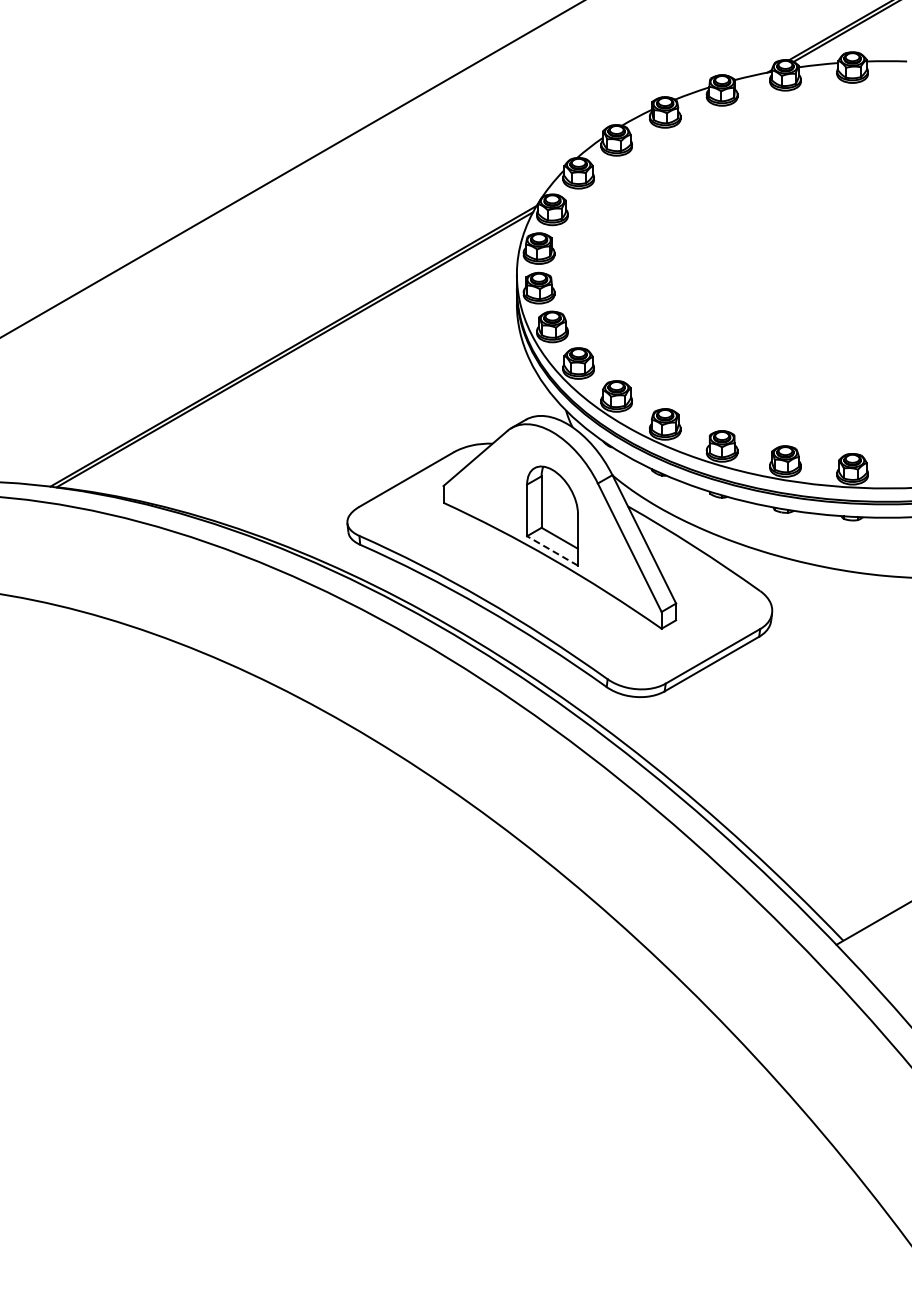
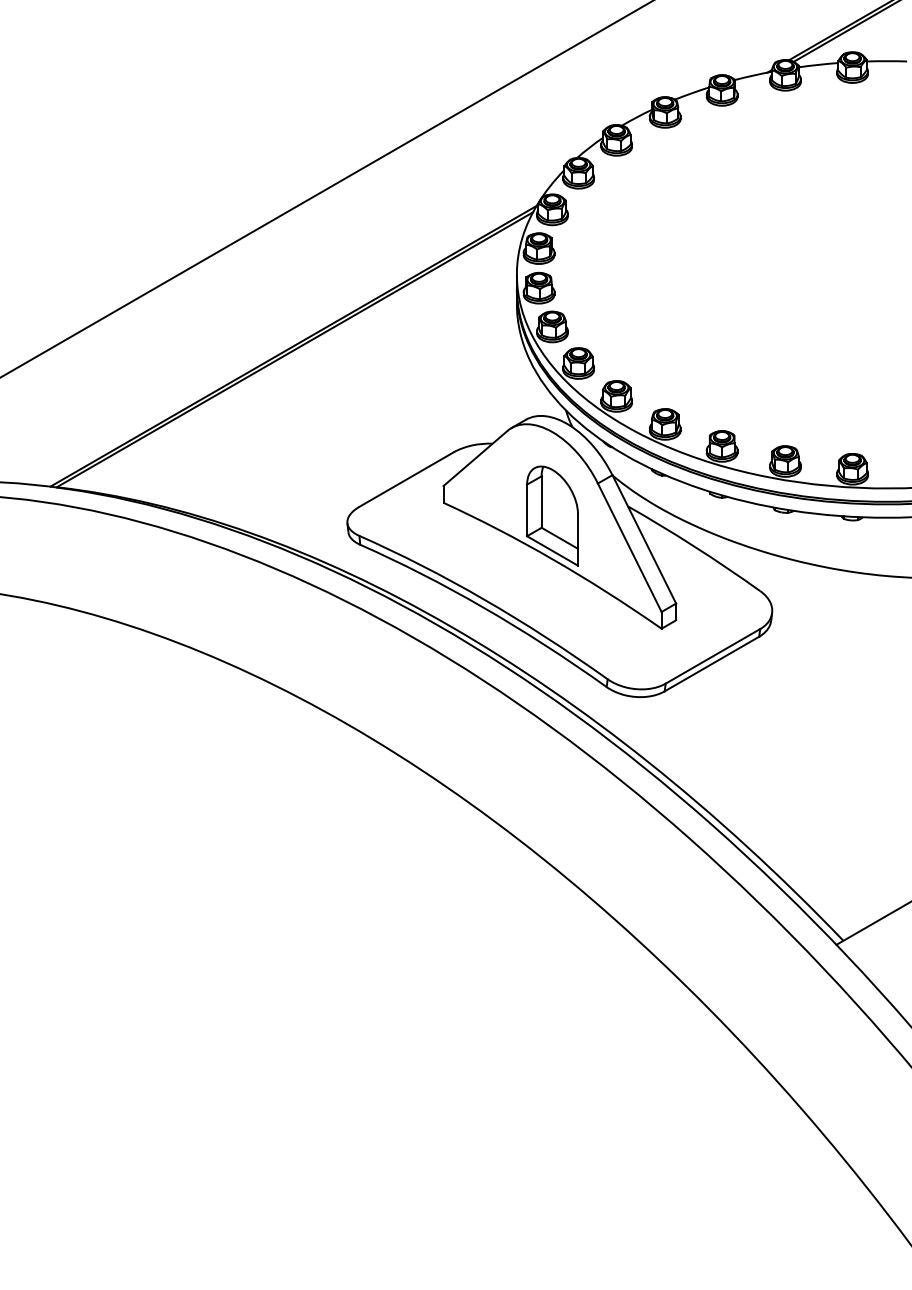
line at (291, 169) position: (291, 169) -> (326, 189)
line at (552, 550): dashed -> solid
